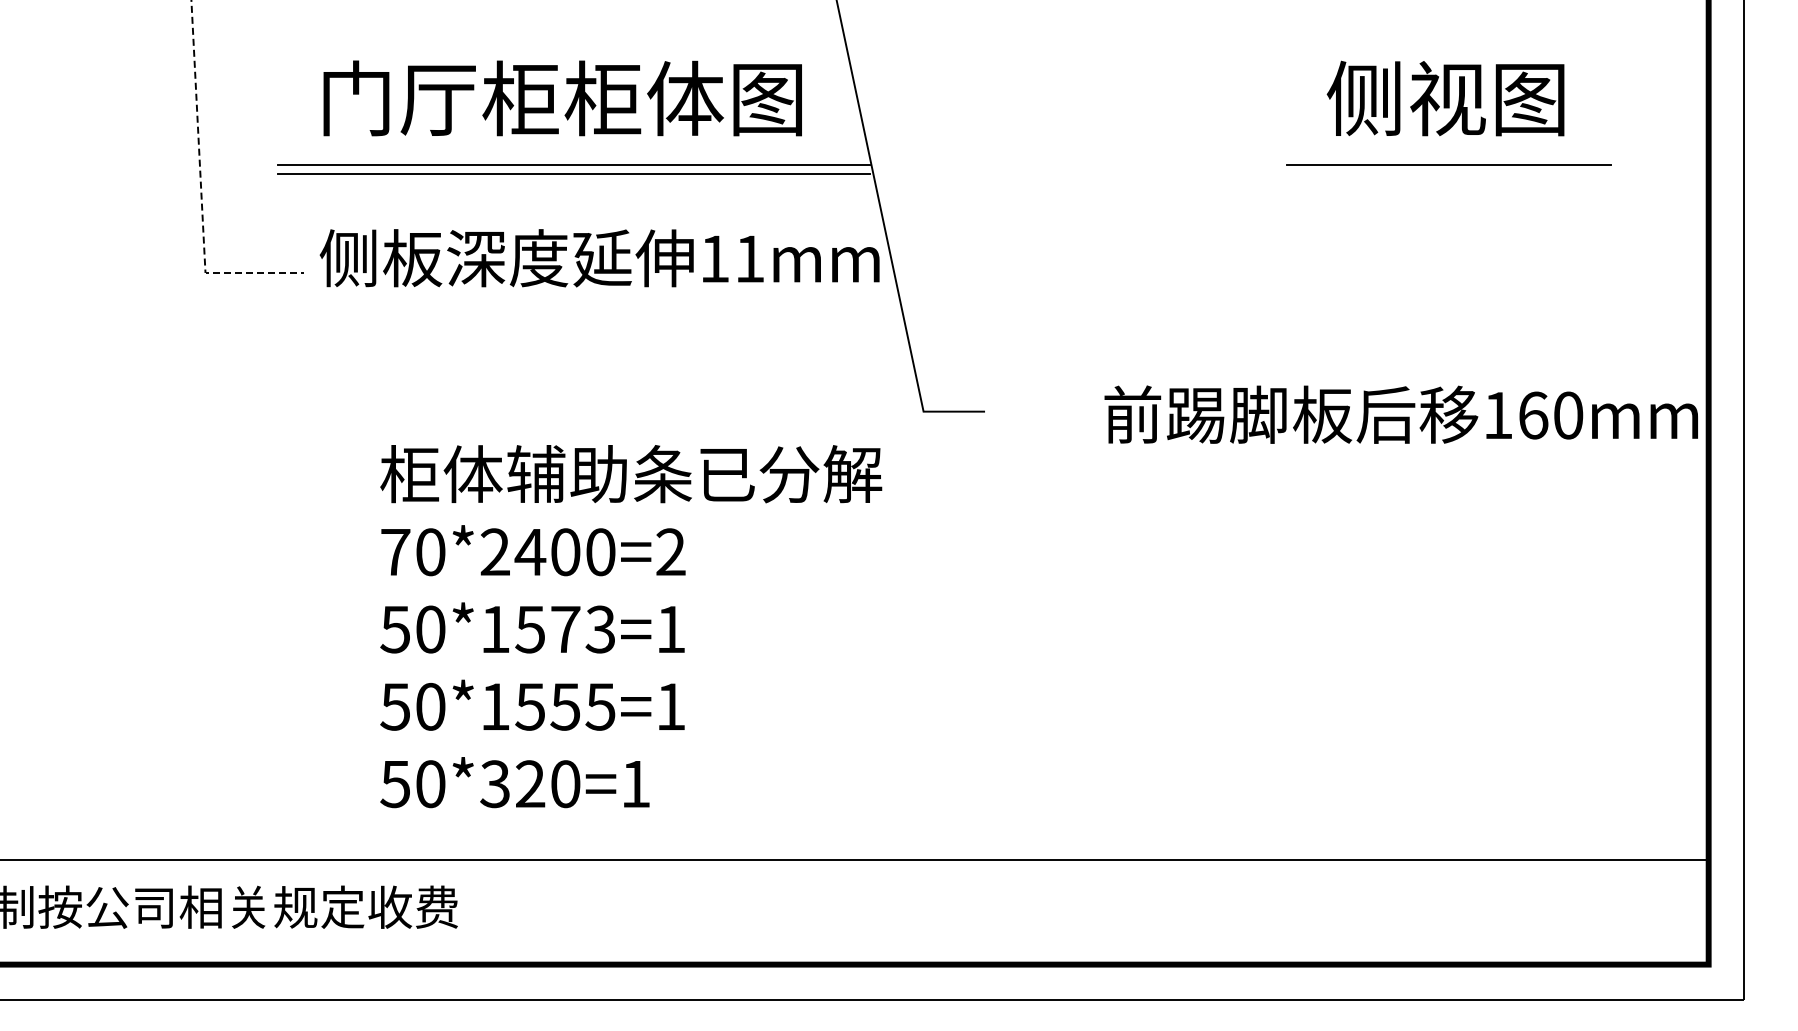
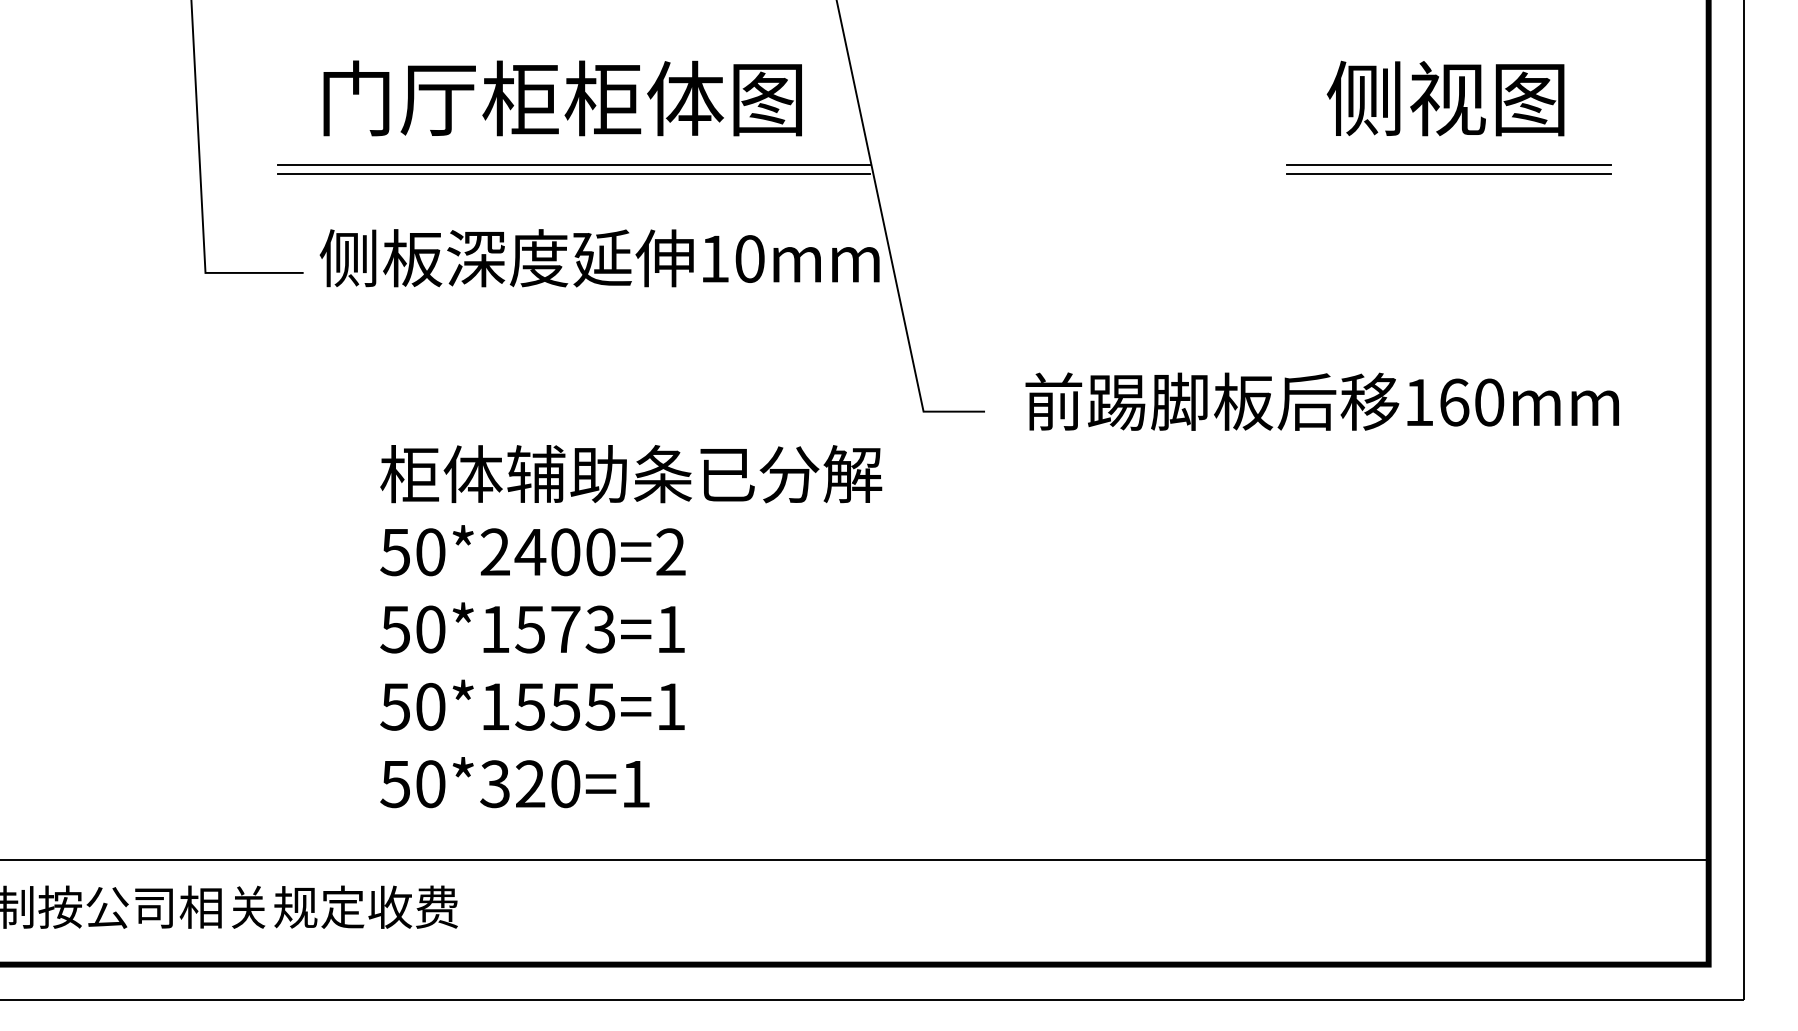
line at (1448, 173): none -> present
line at (201, 187): dashed -> solid
text at (749, 258): 11mm -> 10mm
text at (1400, 414) position: (1400, 414) -> (1321, 401)
text at (395, 552): 70*2400=2 -> 50*2400=2
